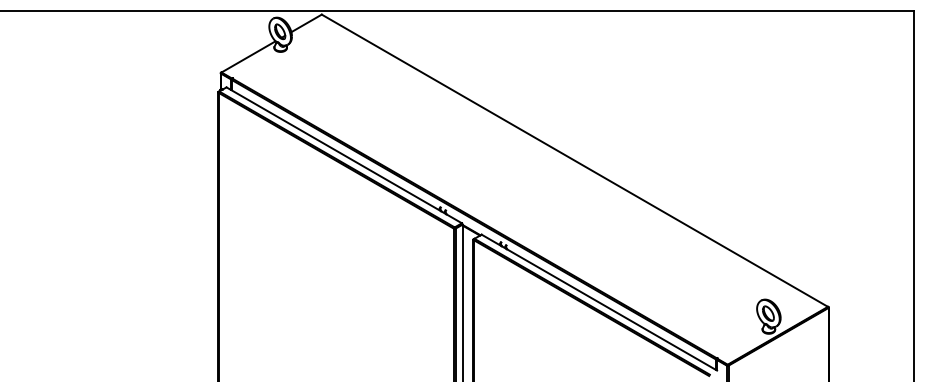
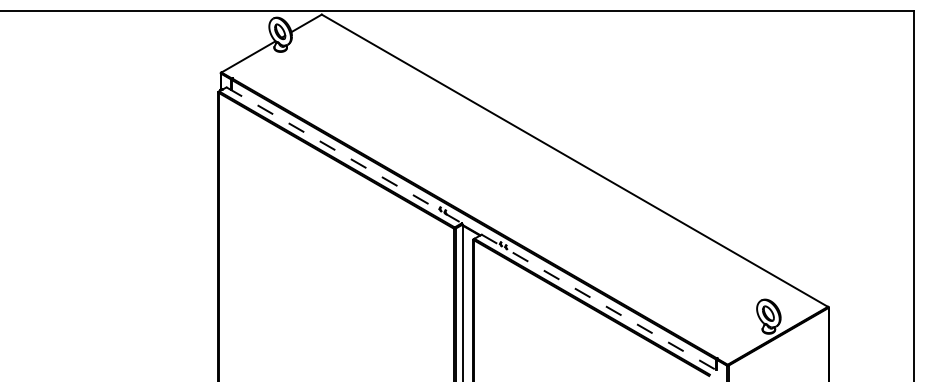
line at (344, 155): solid -> dashed
line at (599, 302): solid -> dashed
